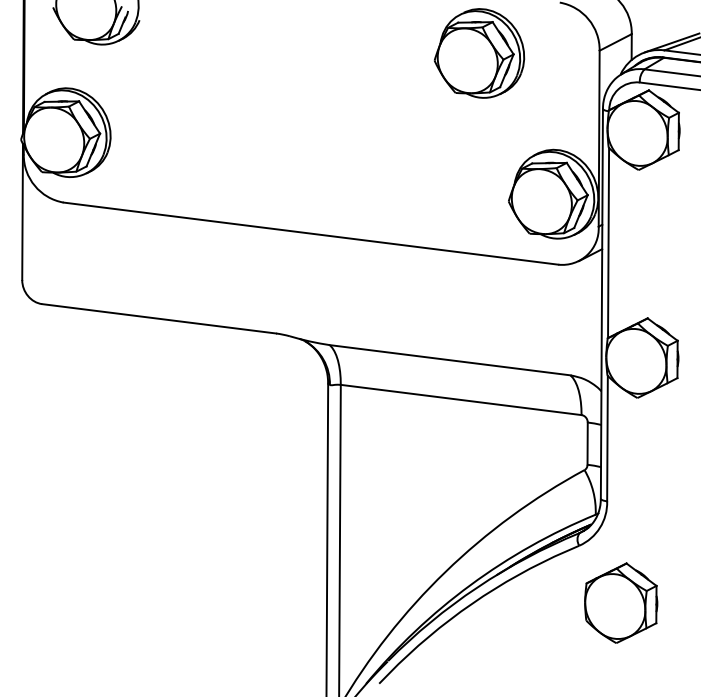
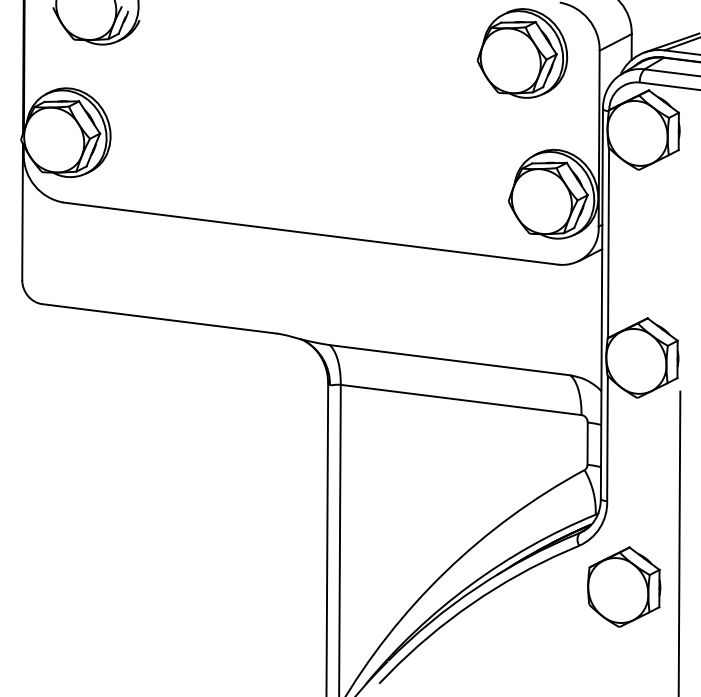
part at (479, 53) position: (479, 53) -> (522, 53)
line at (679, 542): none -> present
part at (621, 602) position: (621, 602) -> (624, 586)
